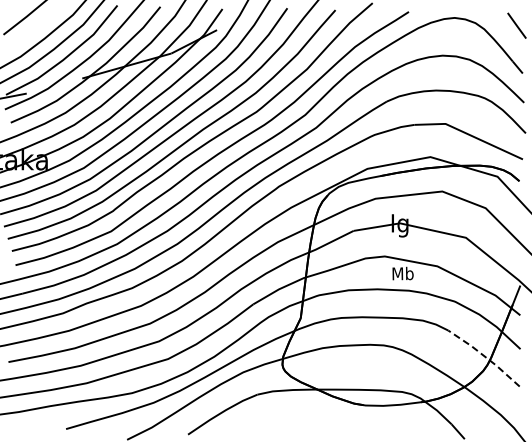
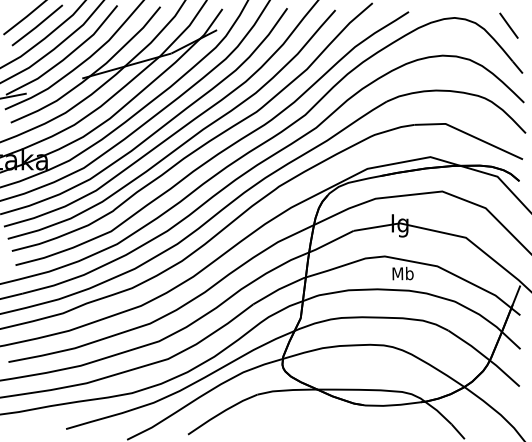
line at (37, 25): none -> present
line at (516, 25) position: (516, 25) -> (508, 25)
line at (485, 356): dashed -> solid
